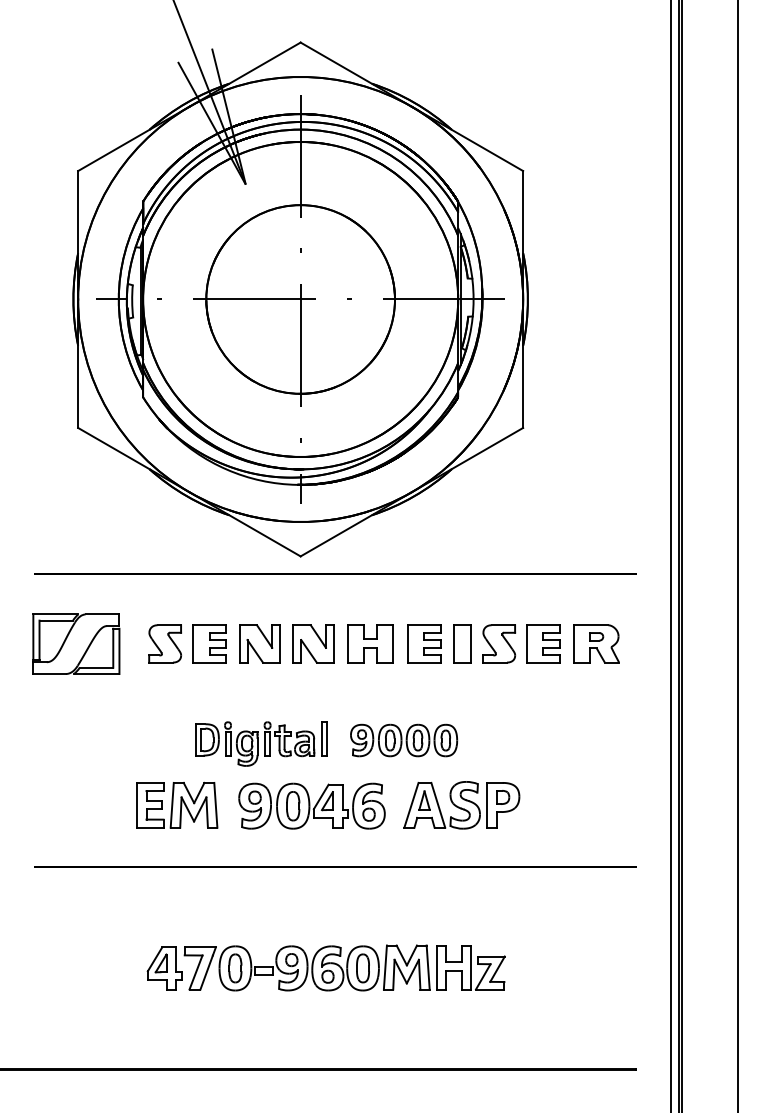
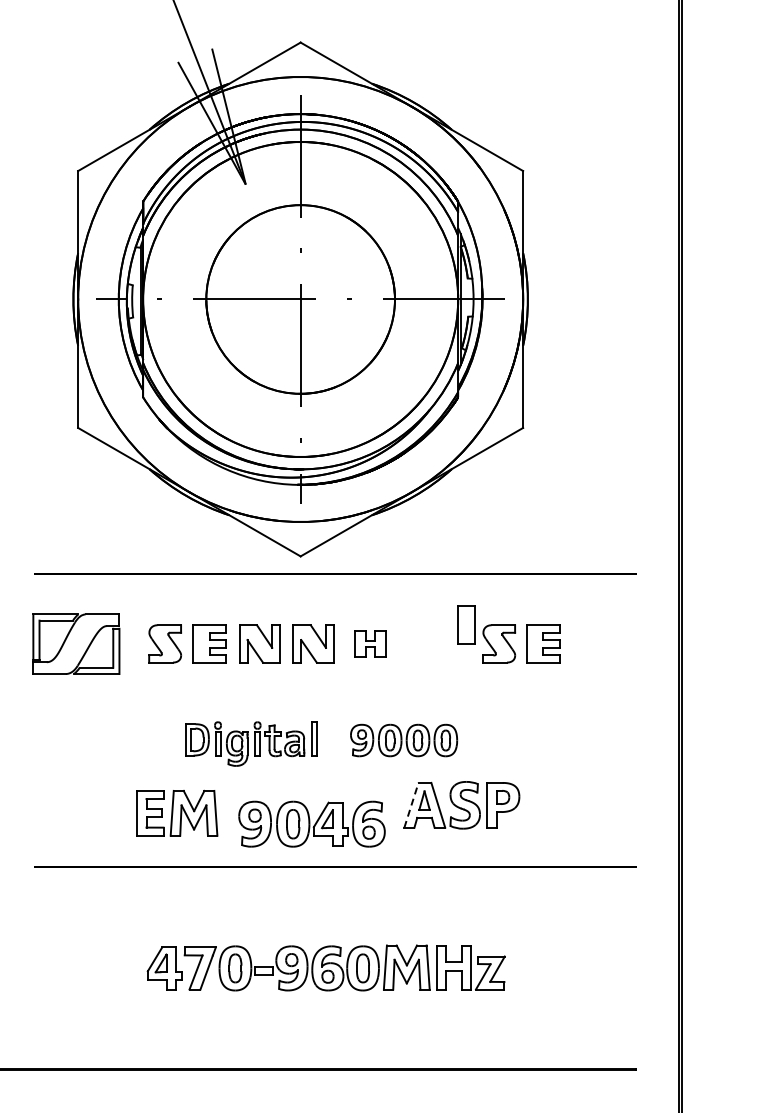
line at (671, 555): present -> none
line at (738, 555): present -> none
part at (370, 643) size: 47x40 px -> 33x28 px
part at (424, 643): present -> none
part at (462, 643) position: (462, 643) -> (466, 624)
part at (596, 643): present -> none
part at (261, 743) position: (261, 743) -> (251, 743)
part at (177, 804) position: (177, 804) -> (177, 812)
line at (411, 804): solid -> dashed
part at (311, 805) position: (311, 805) -> (311, 823)
